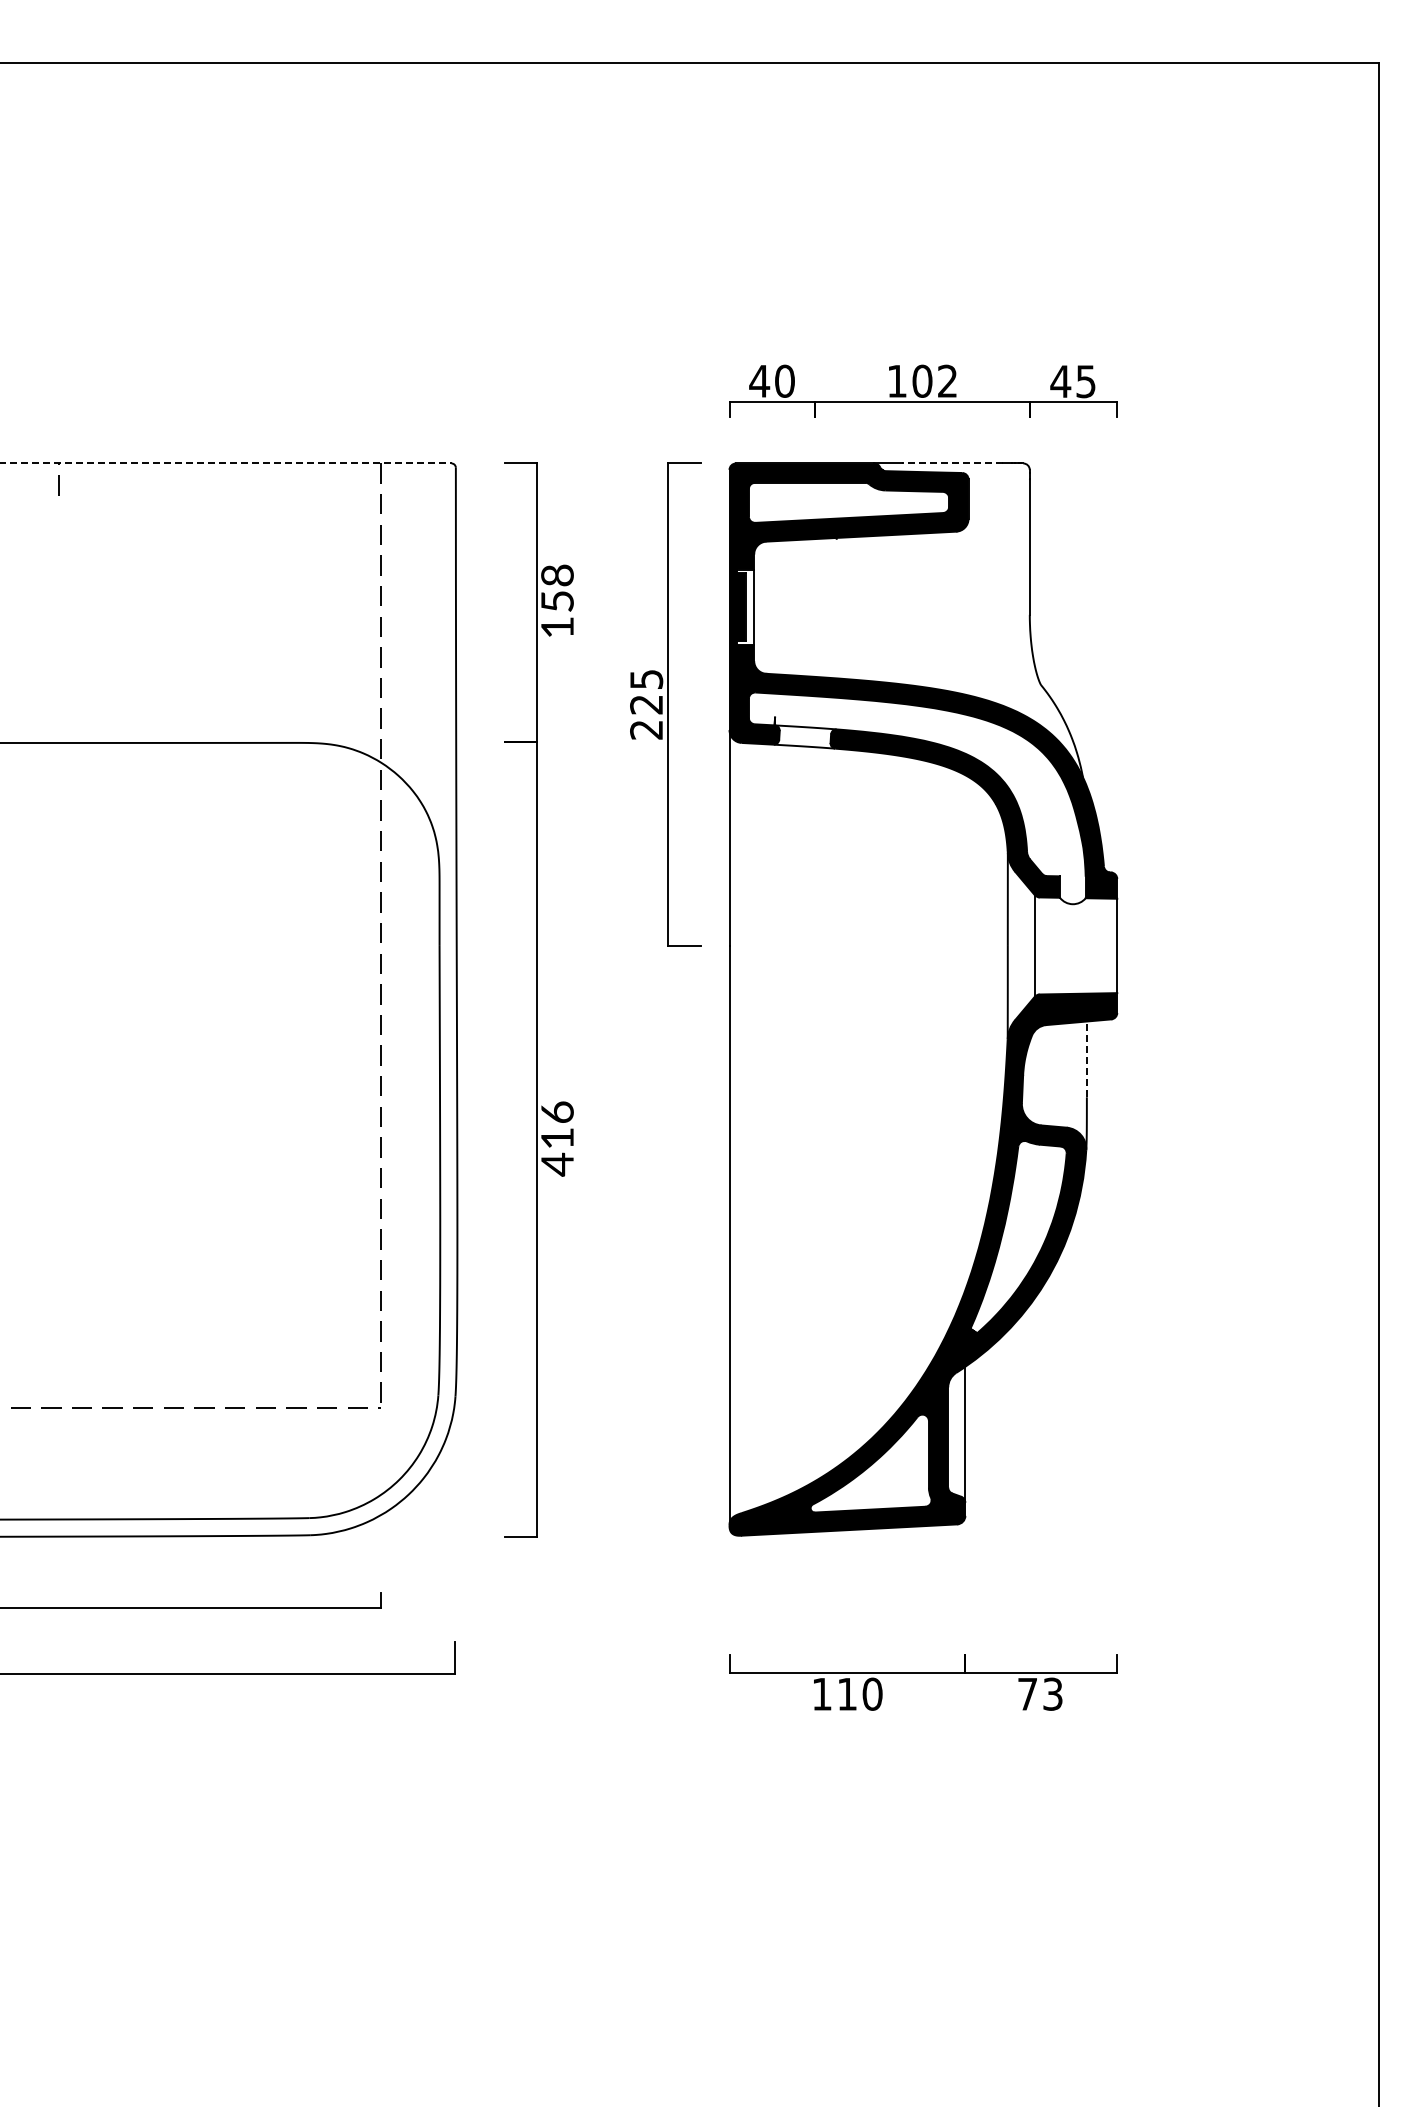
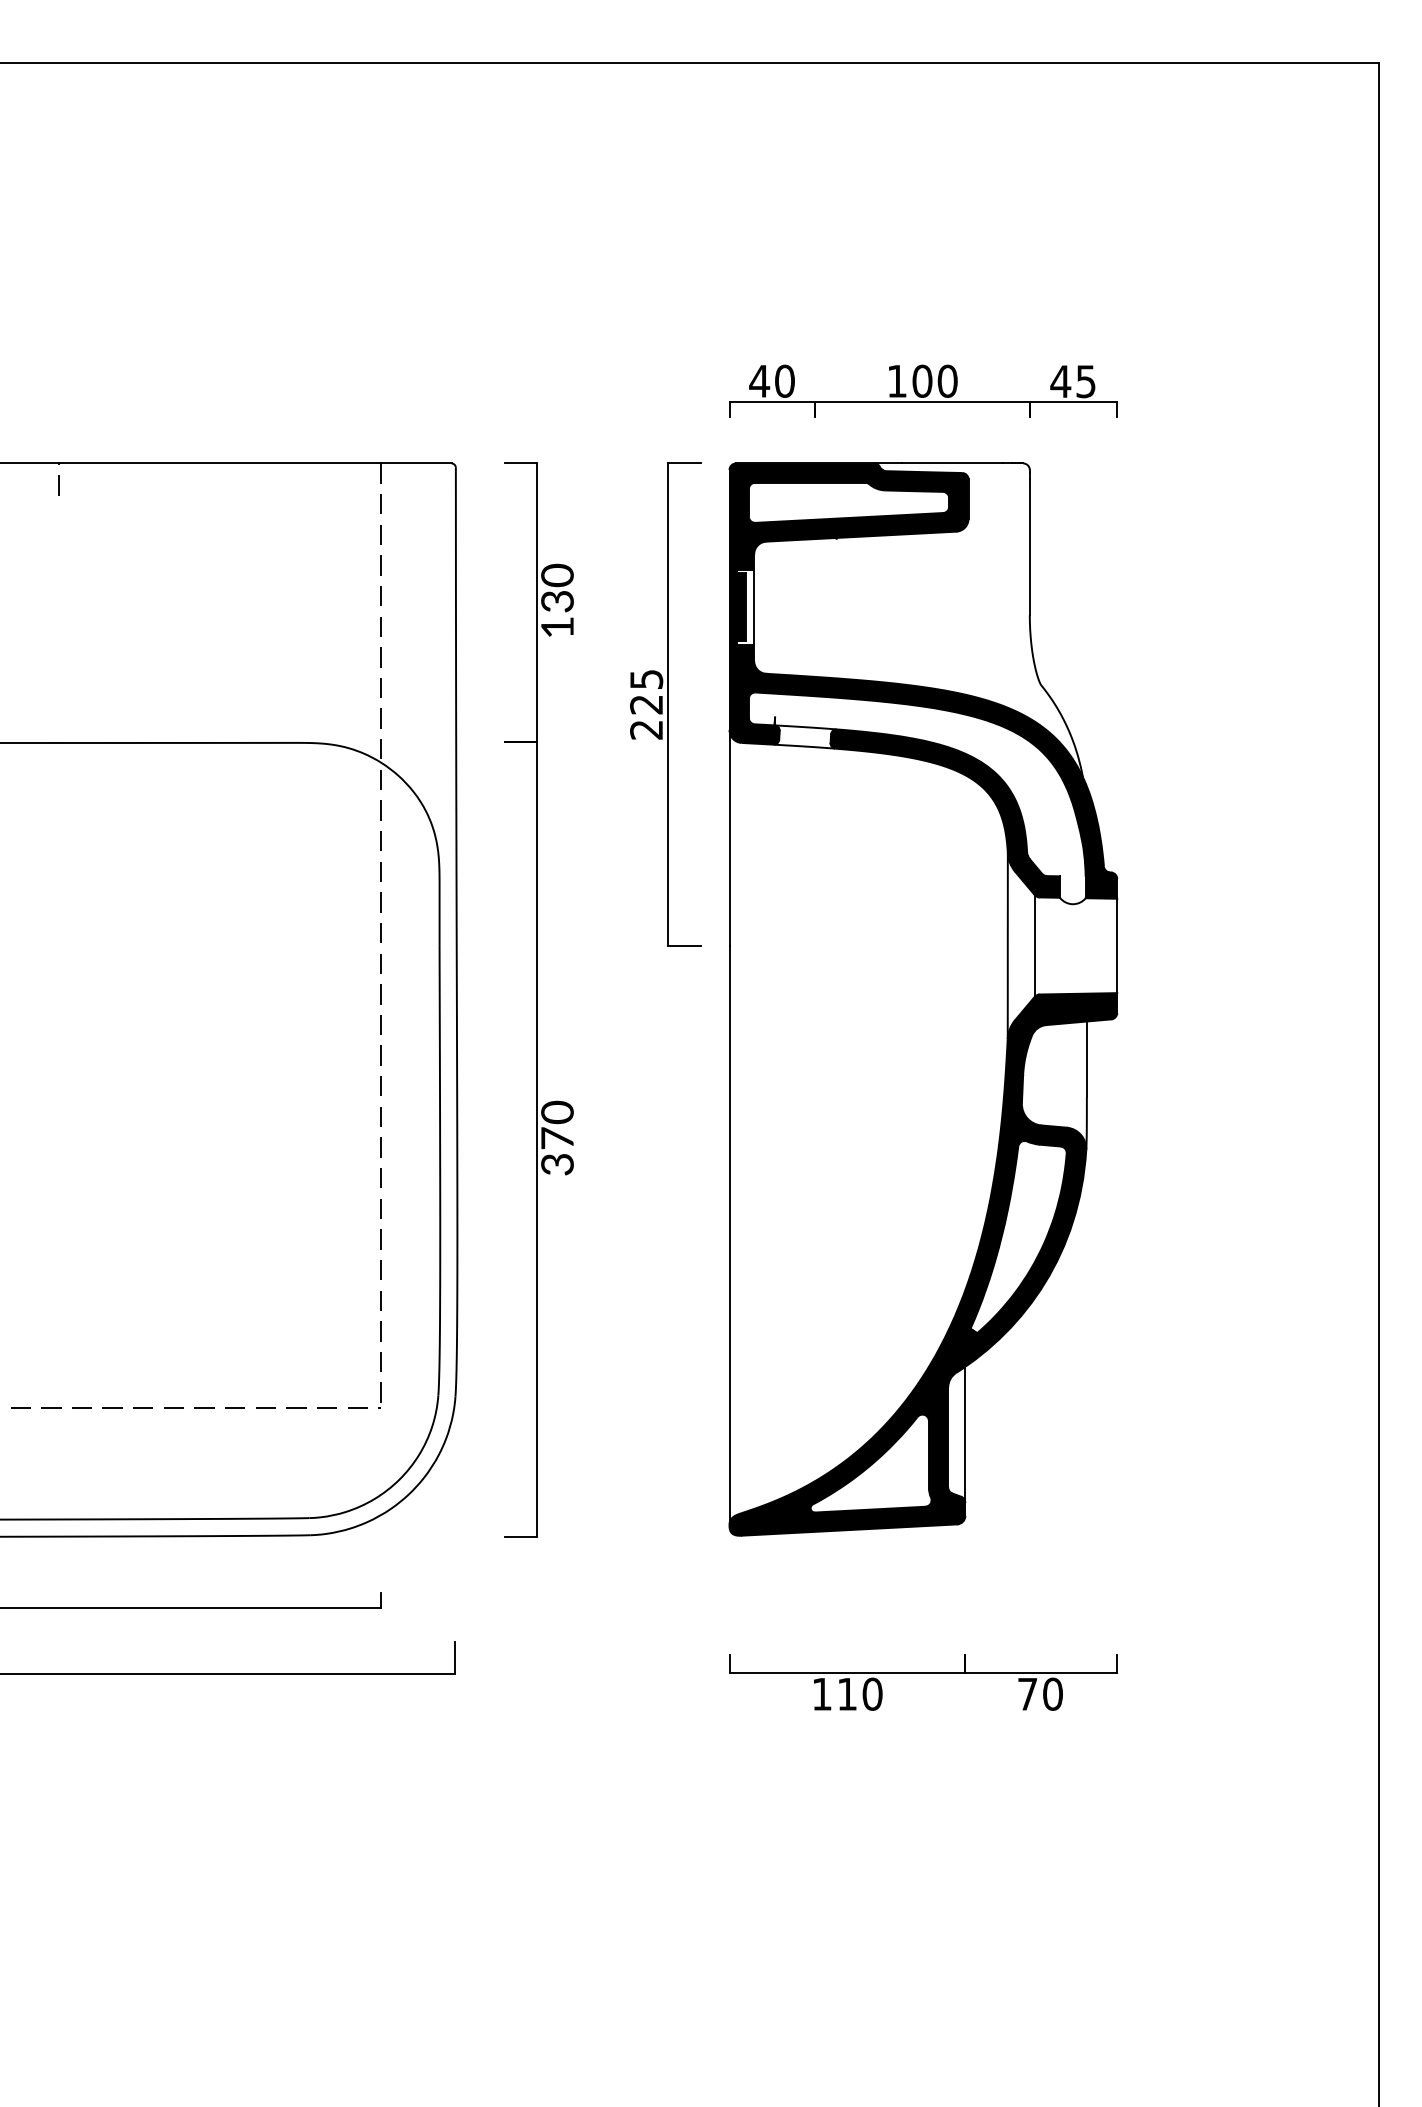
text at (947, 380): 102 -> 100
line at (226, 463): dashed -> solid
line at (951, 463): dashed -> solid
text at (557, 587): 158 -> 130
line at (1086, 1059): dashed -> solid
text at (557, 1138): 416 -> 370
text at (1052, 1693): 73 -> 70
